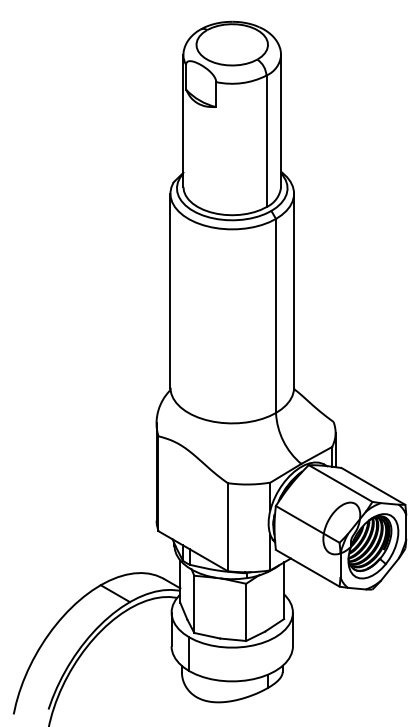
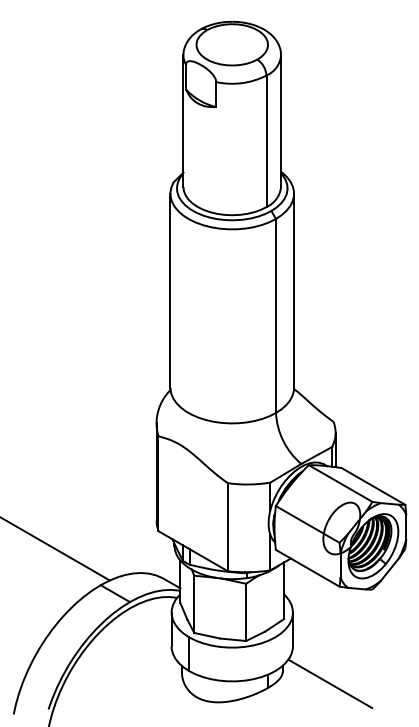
line at (55, 549): none -> present
line at (330, 683): none -> present
